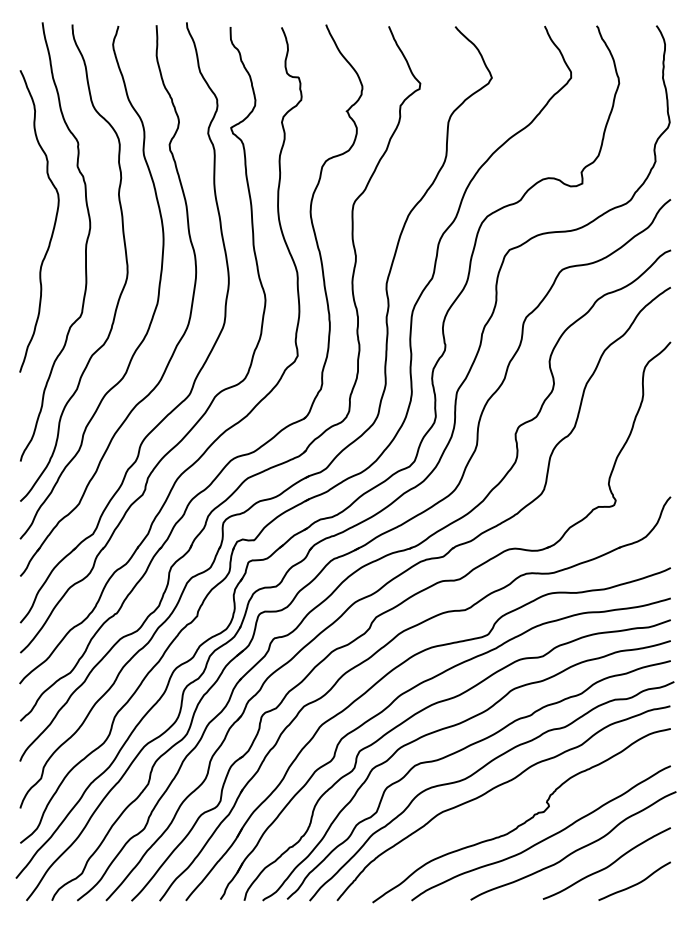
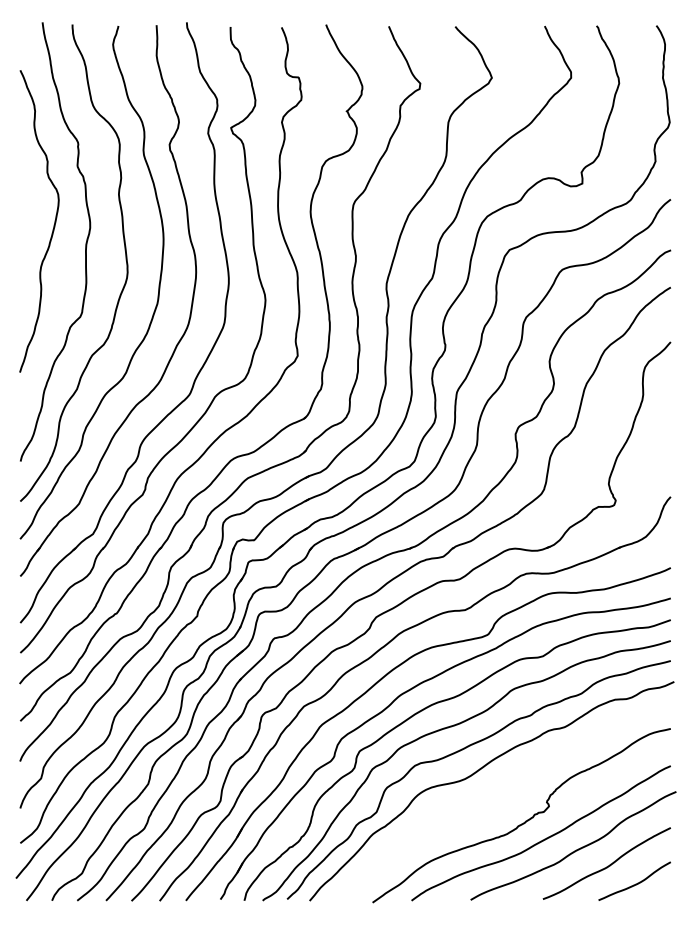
curve at (495, 788): present -> none
